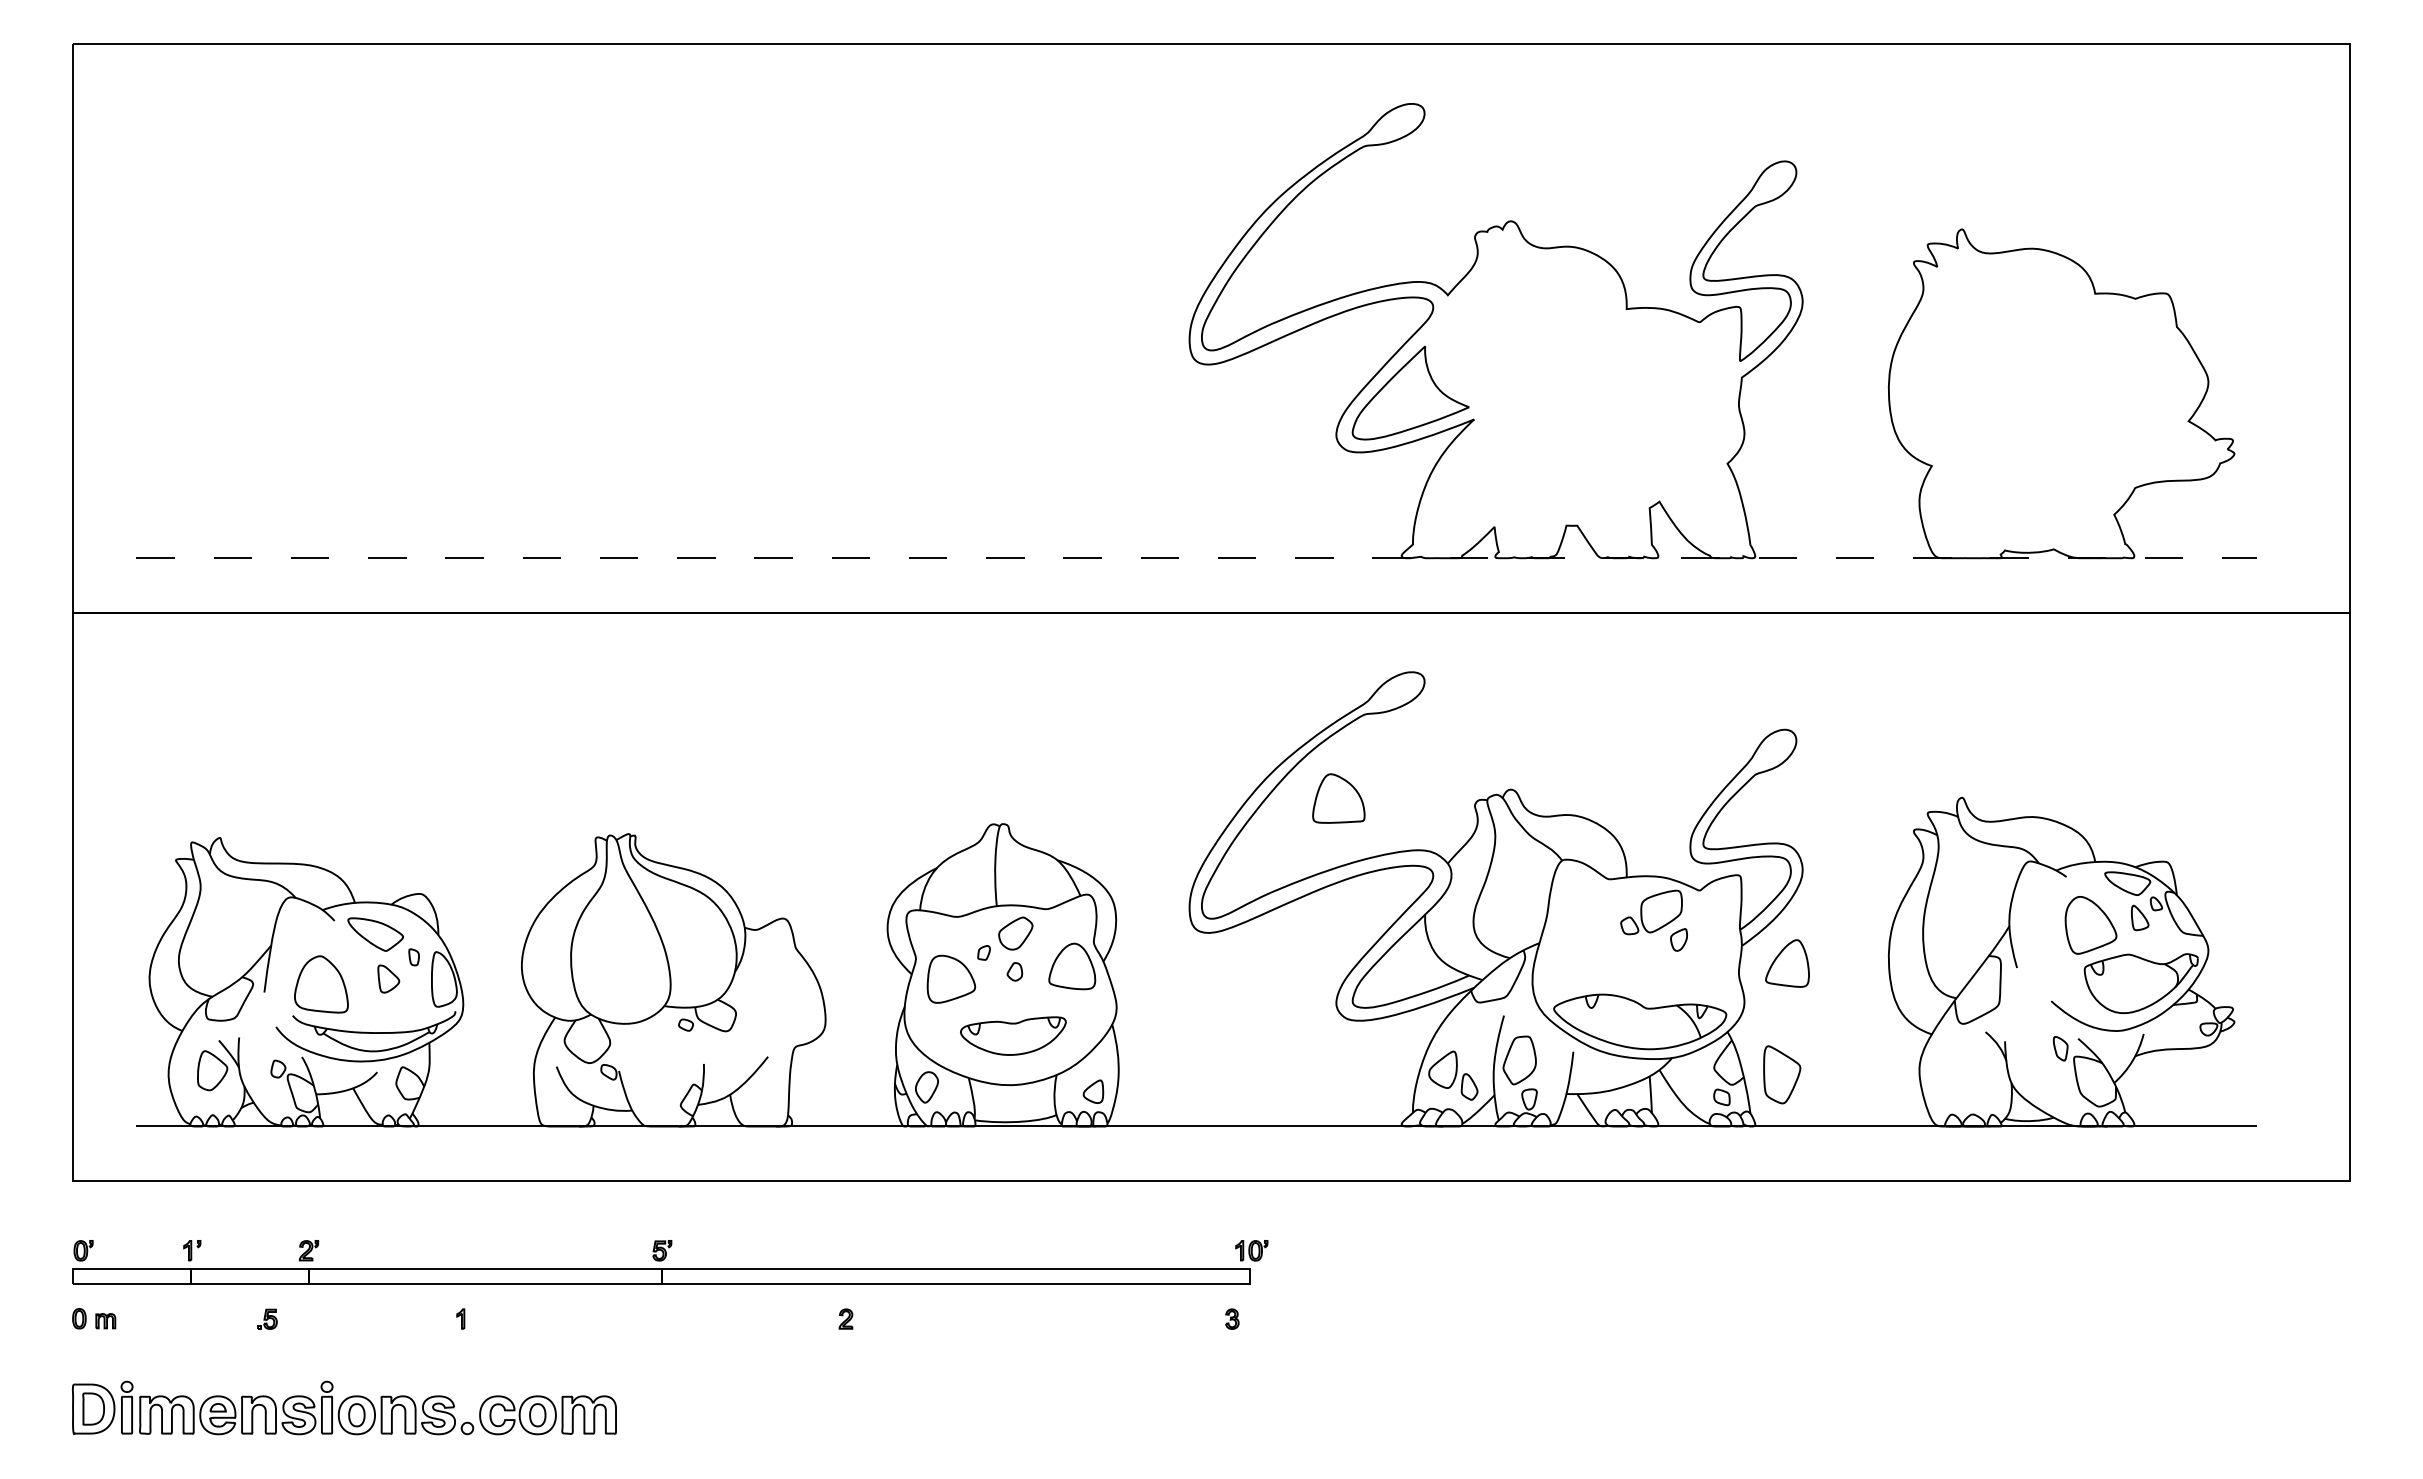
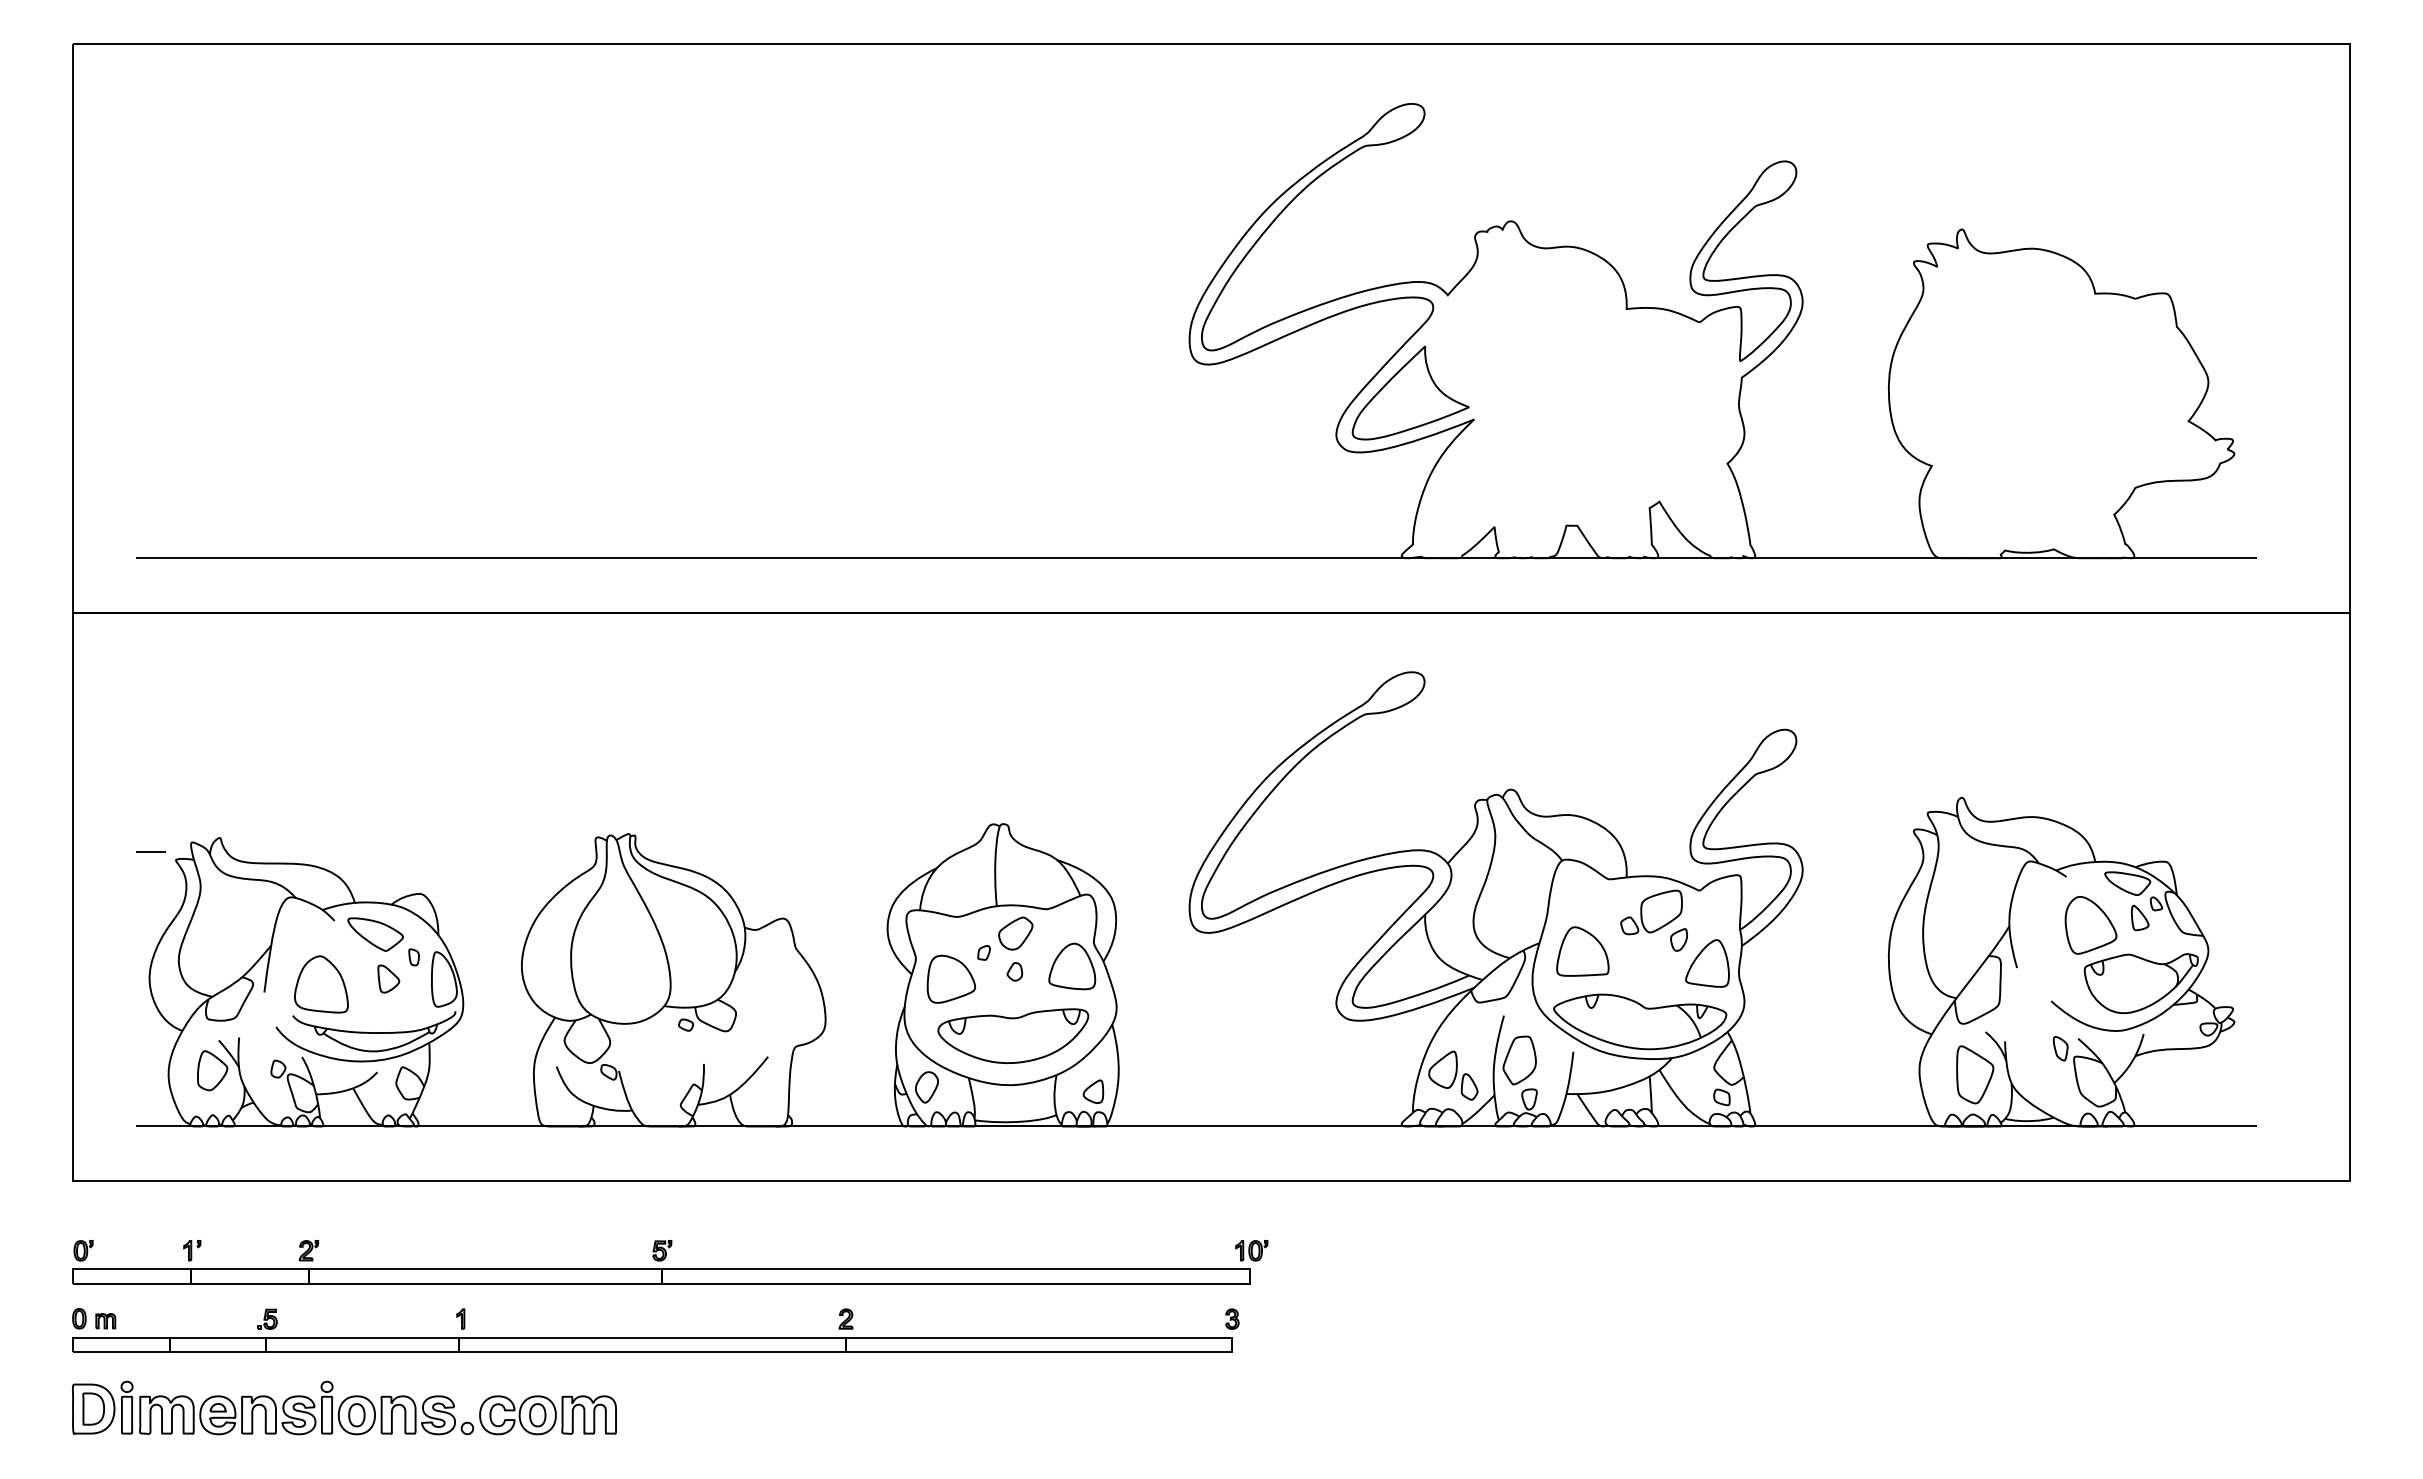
line at (1196, 558): dashed -> solid
part at (1338, 798) position: (1338, 798) -> (1582, 951)
line at (150, 851): none -> present
part at (1787, 963) position: (1787, 963) -> (1707, 963)
part at (1013, 1035) size: 107x40 px -> 153x56 px
part at (1782, 1074) position: (1782, 1074) -> (1975, 1074)
part at (652, 1344): none -> present
